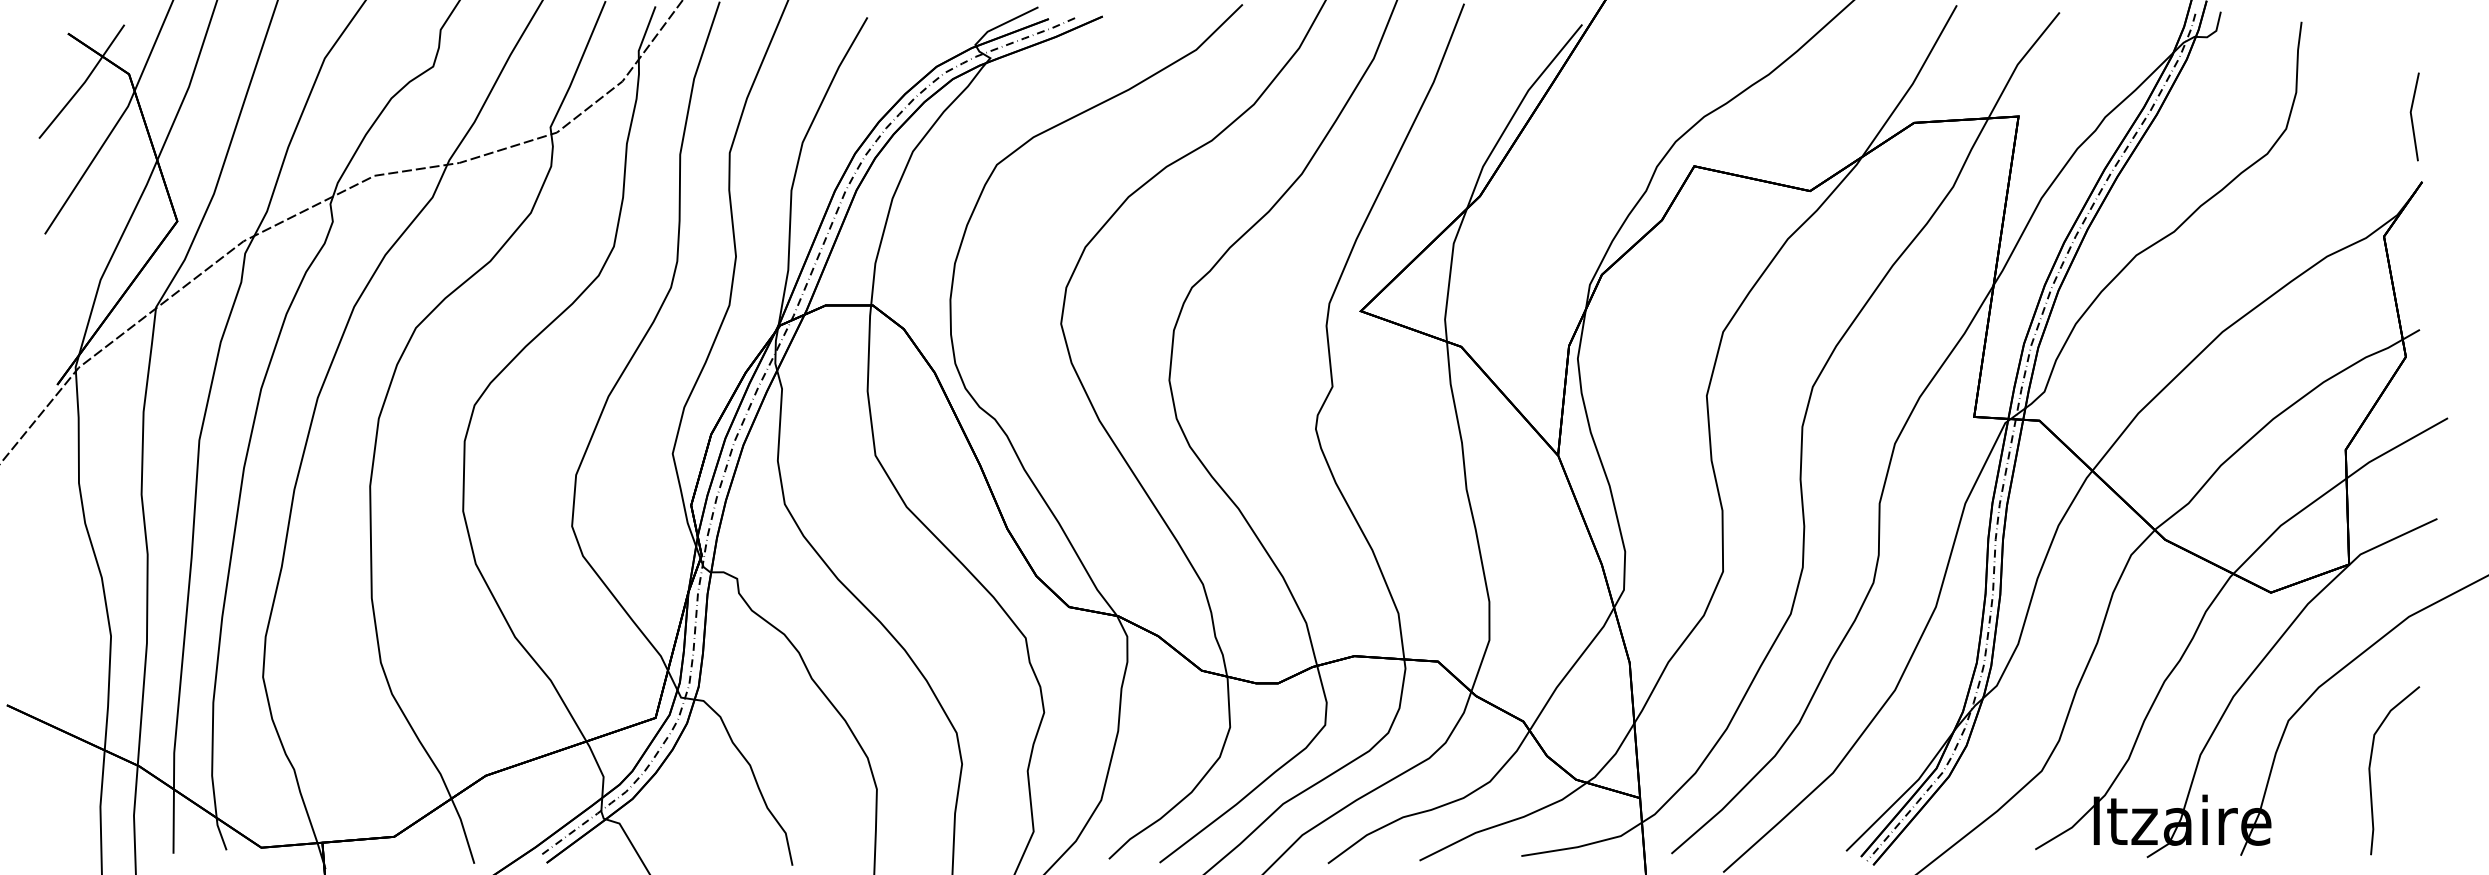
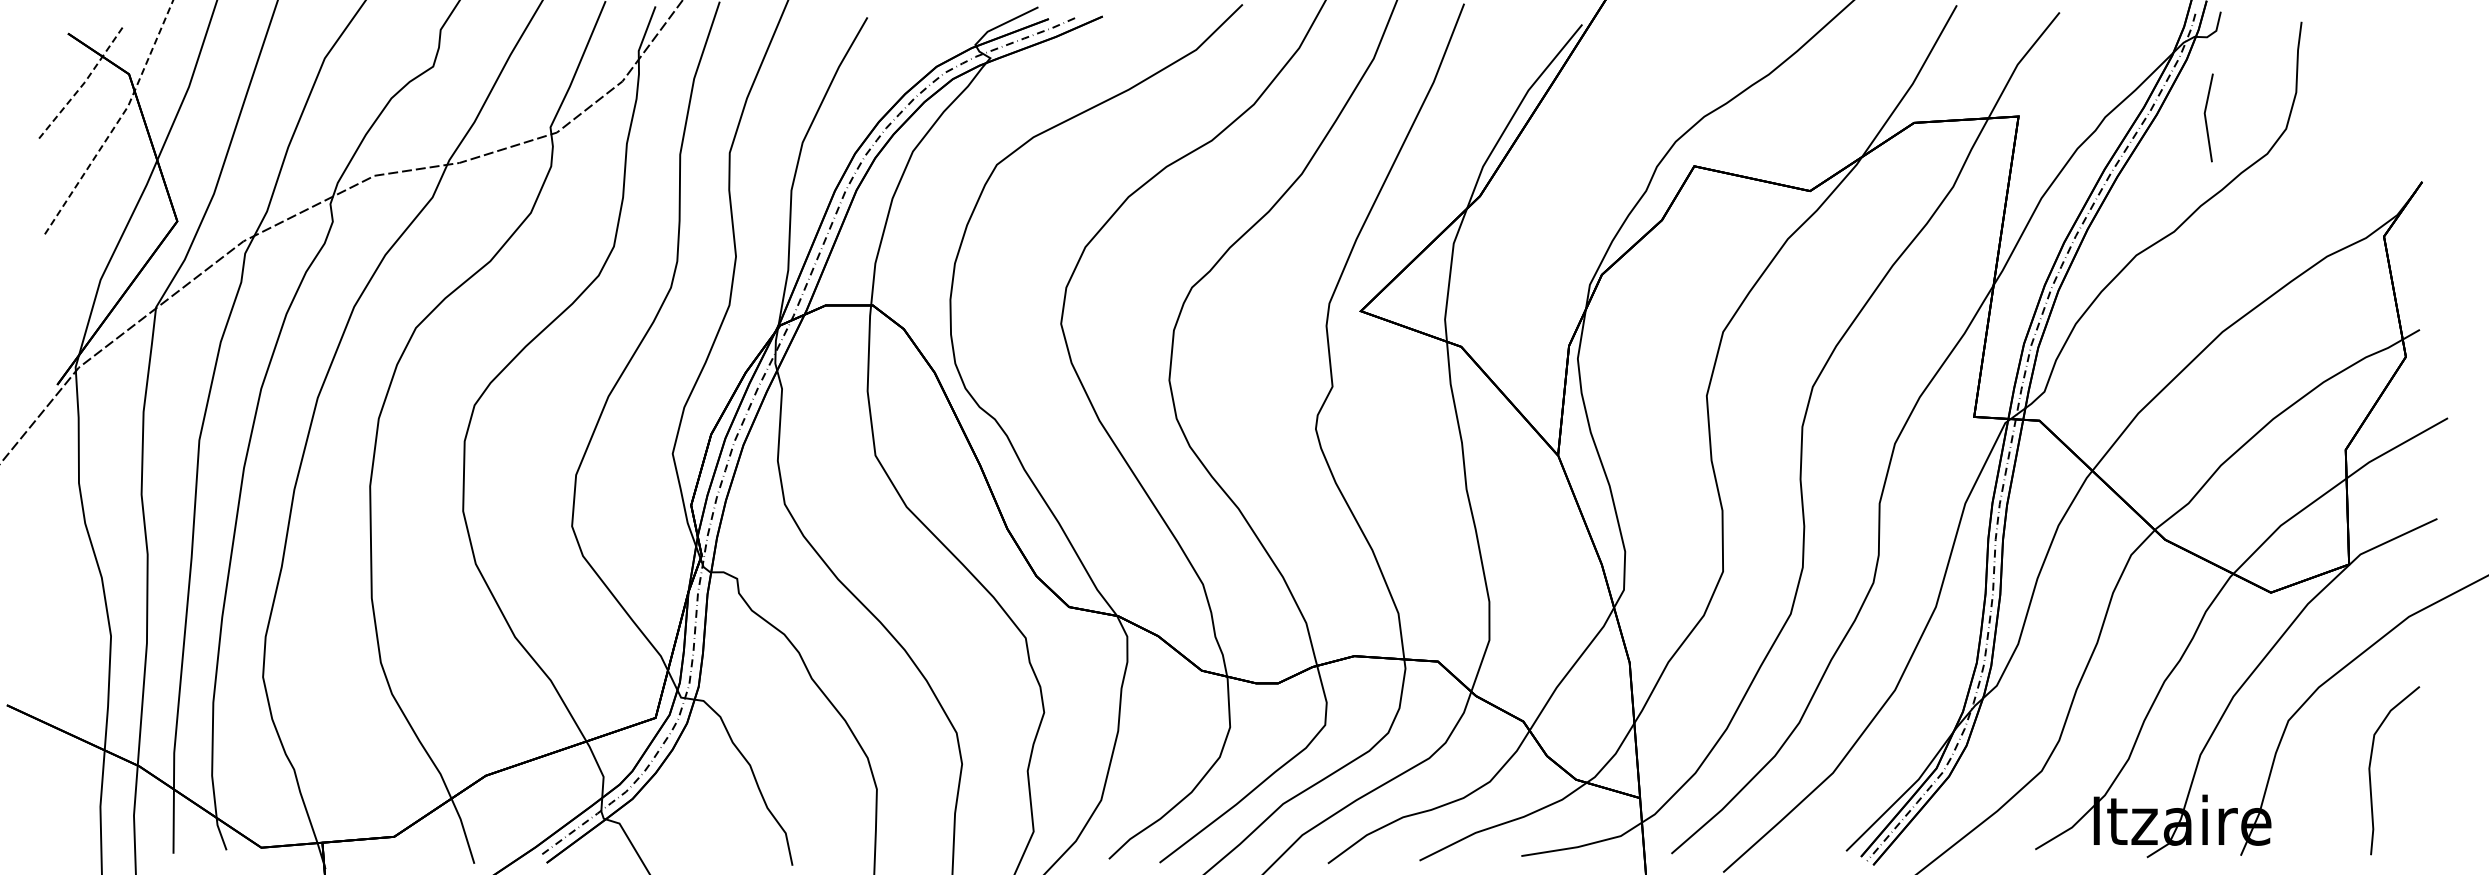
line at (84, 83): solid -> dashed
line at (2412, 116) position: (2412, 116) -> (2206, 117)
line at (118, 121): solid -> dashed
